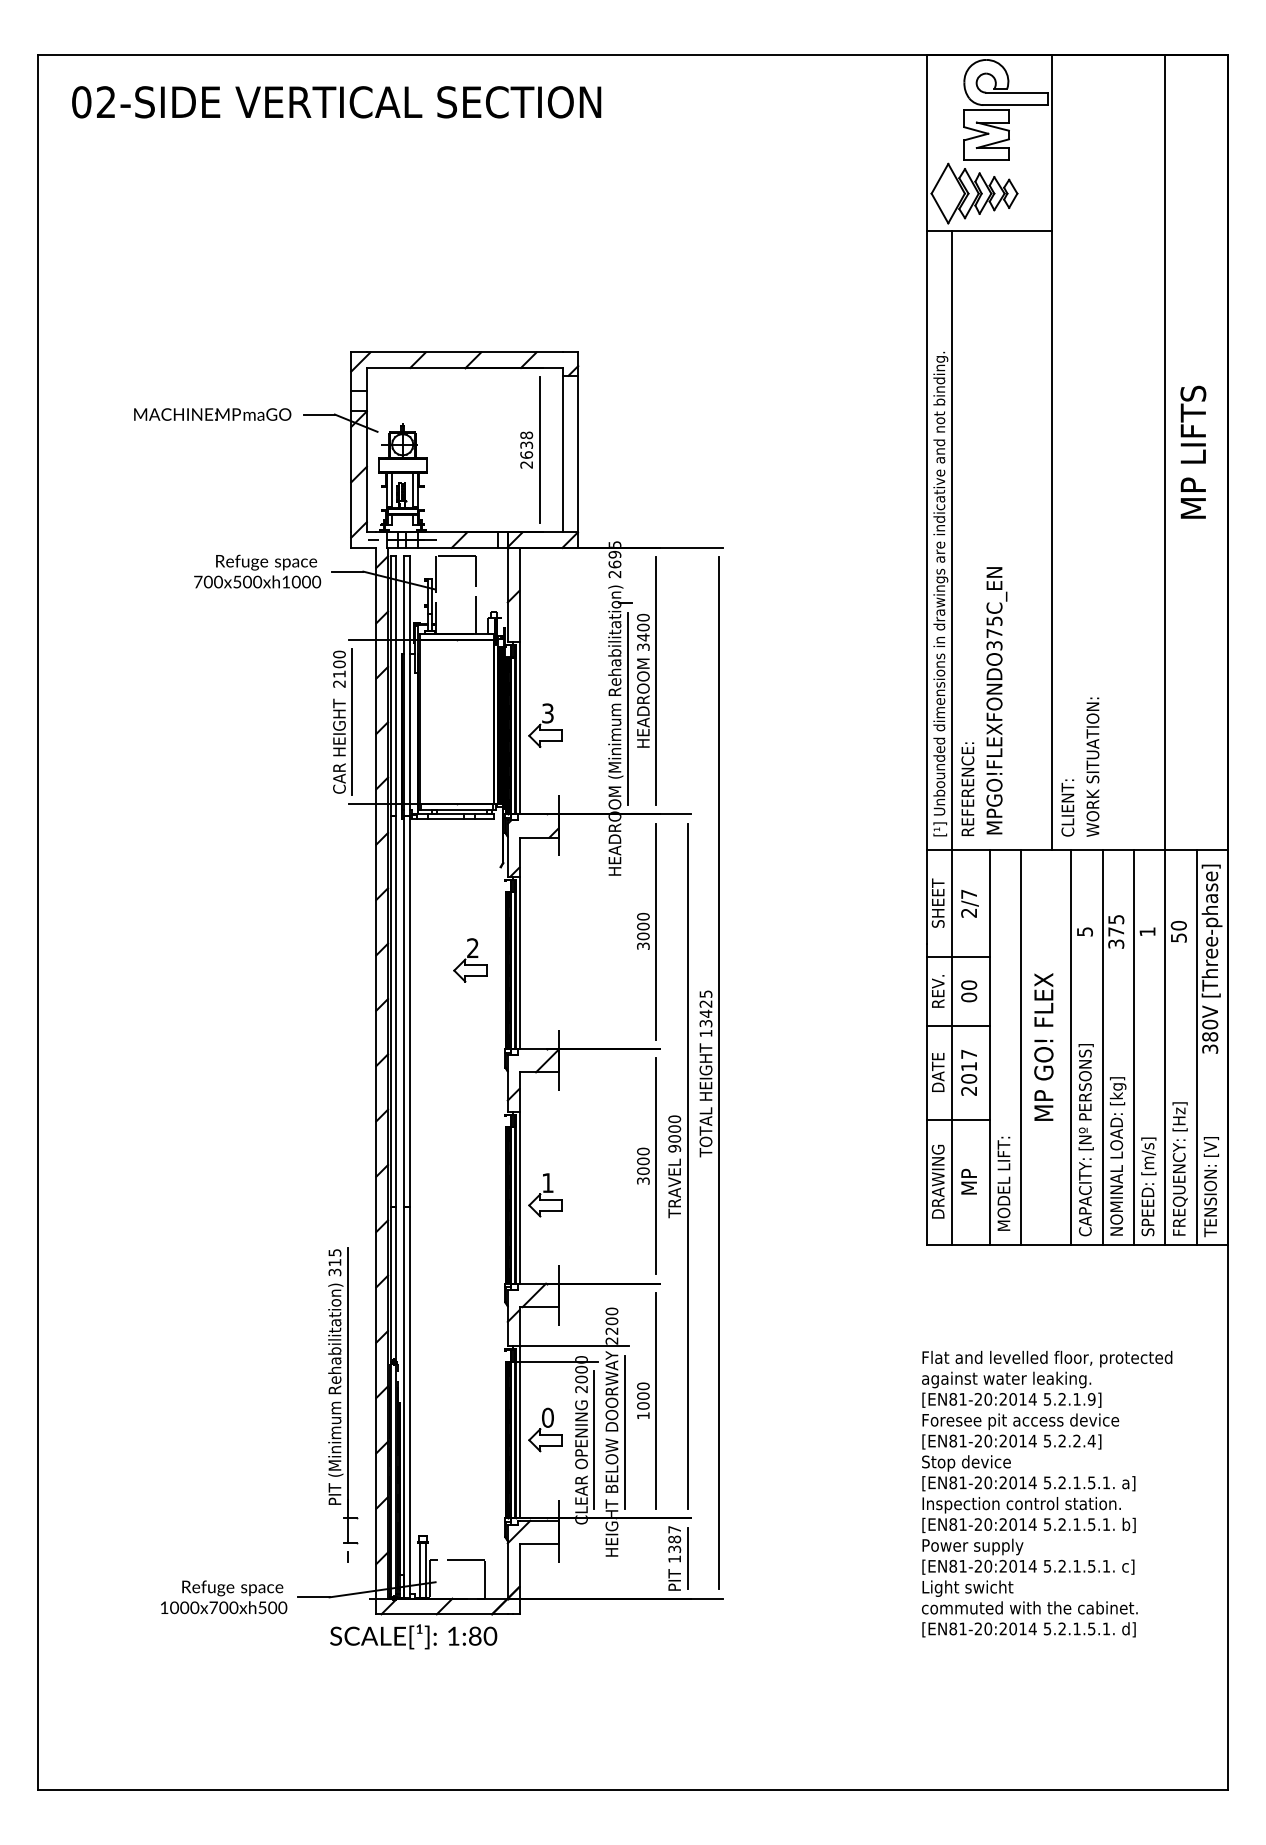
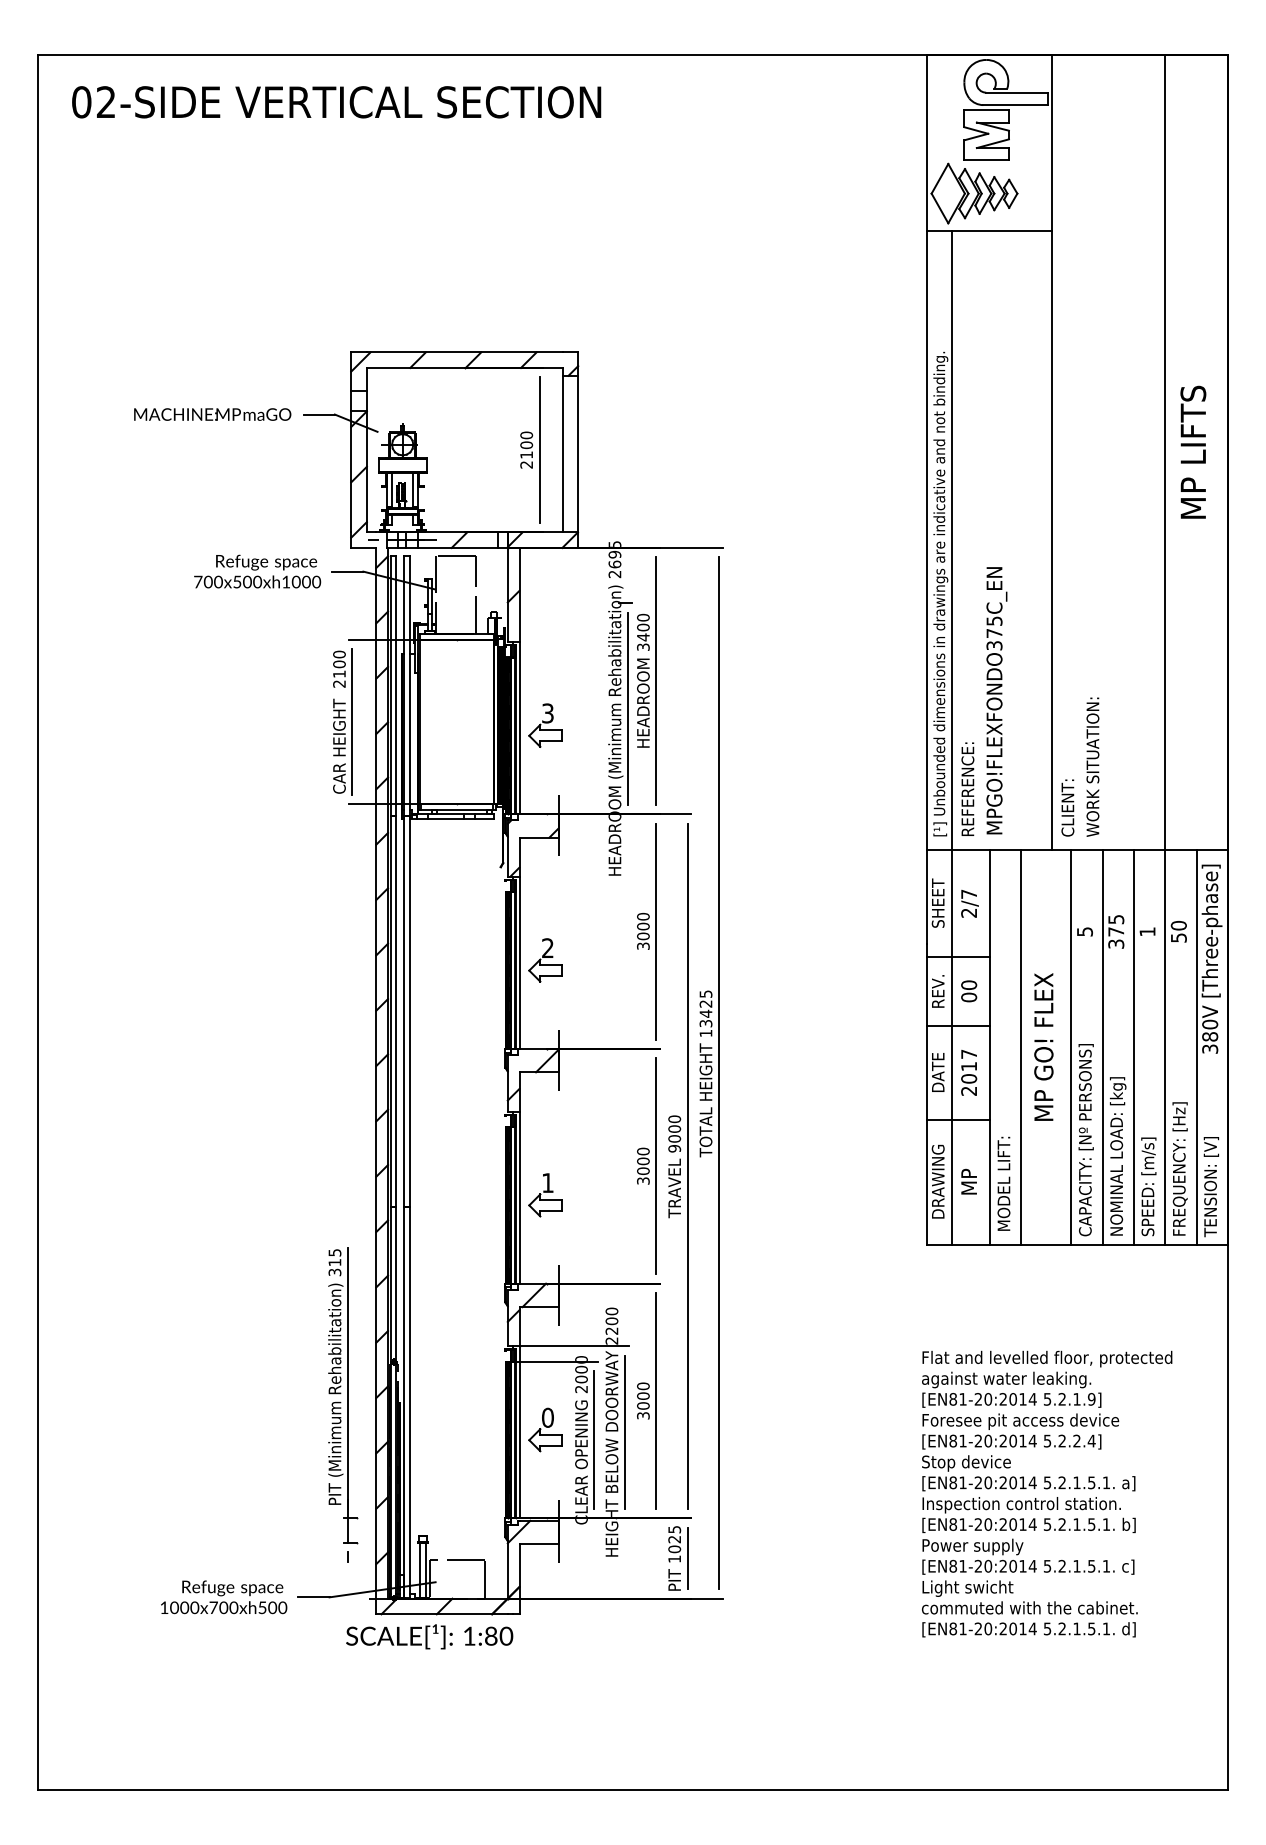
text at (526, 444): 2638 -> 2100
part at (470, 960) position: (470, 960) -> (545, 960)
text at (643, 1415): 1000 -> 3000
text at (674, 1539): 1387 -> 1025
text at (413, 1636) position: (413, 1636) -> (429, 1636)
